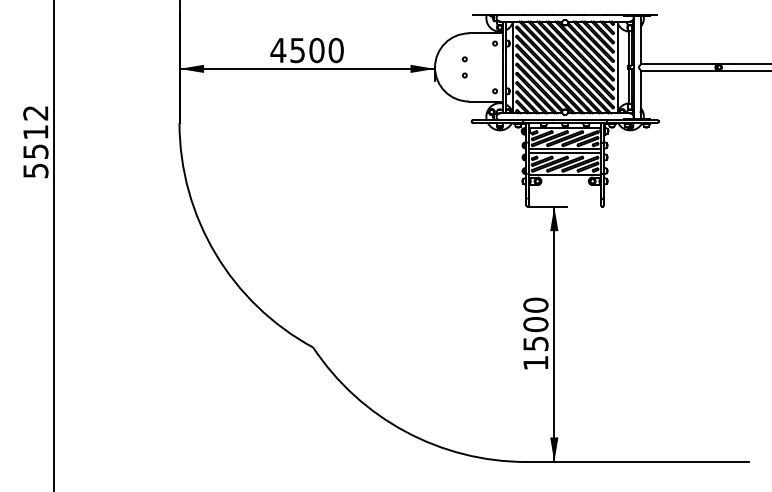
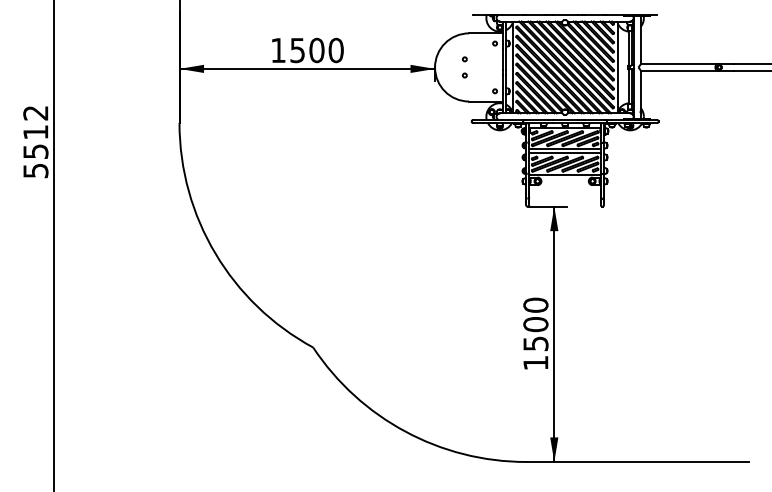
text at (278, 50): 4500 -> 1500
